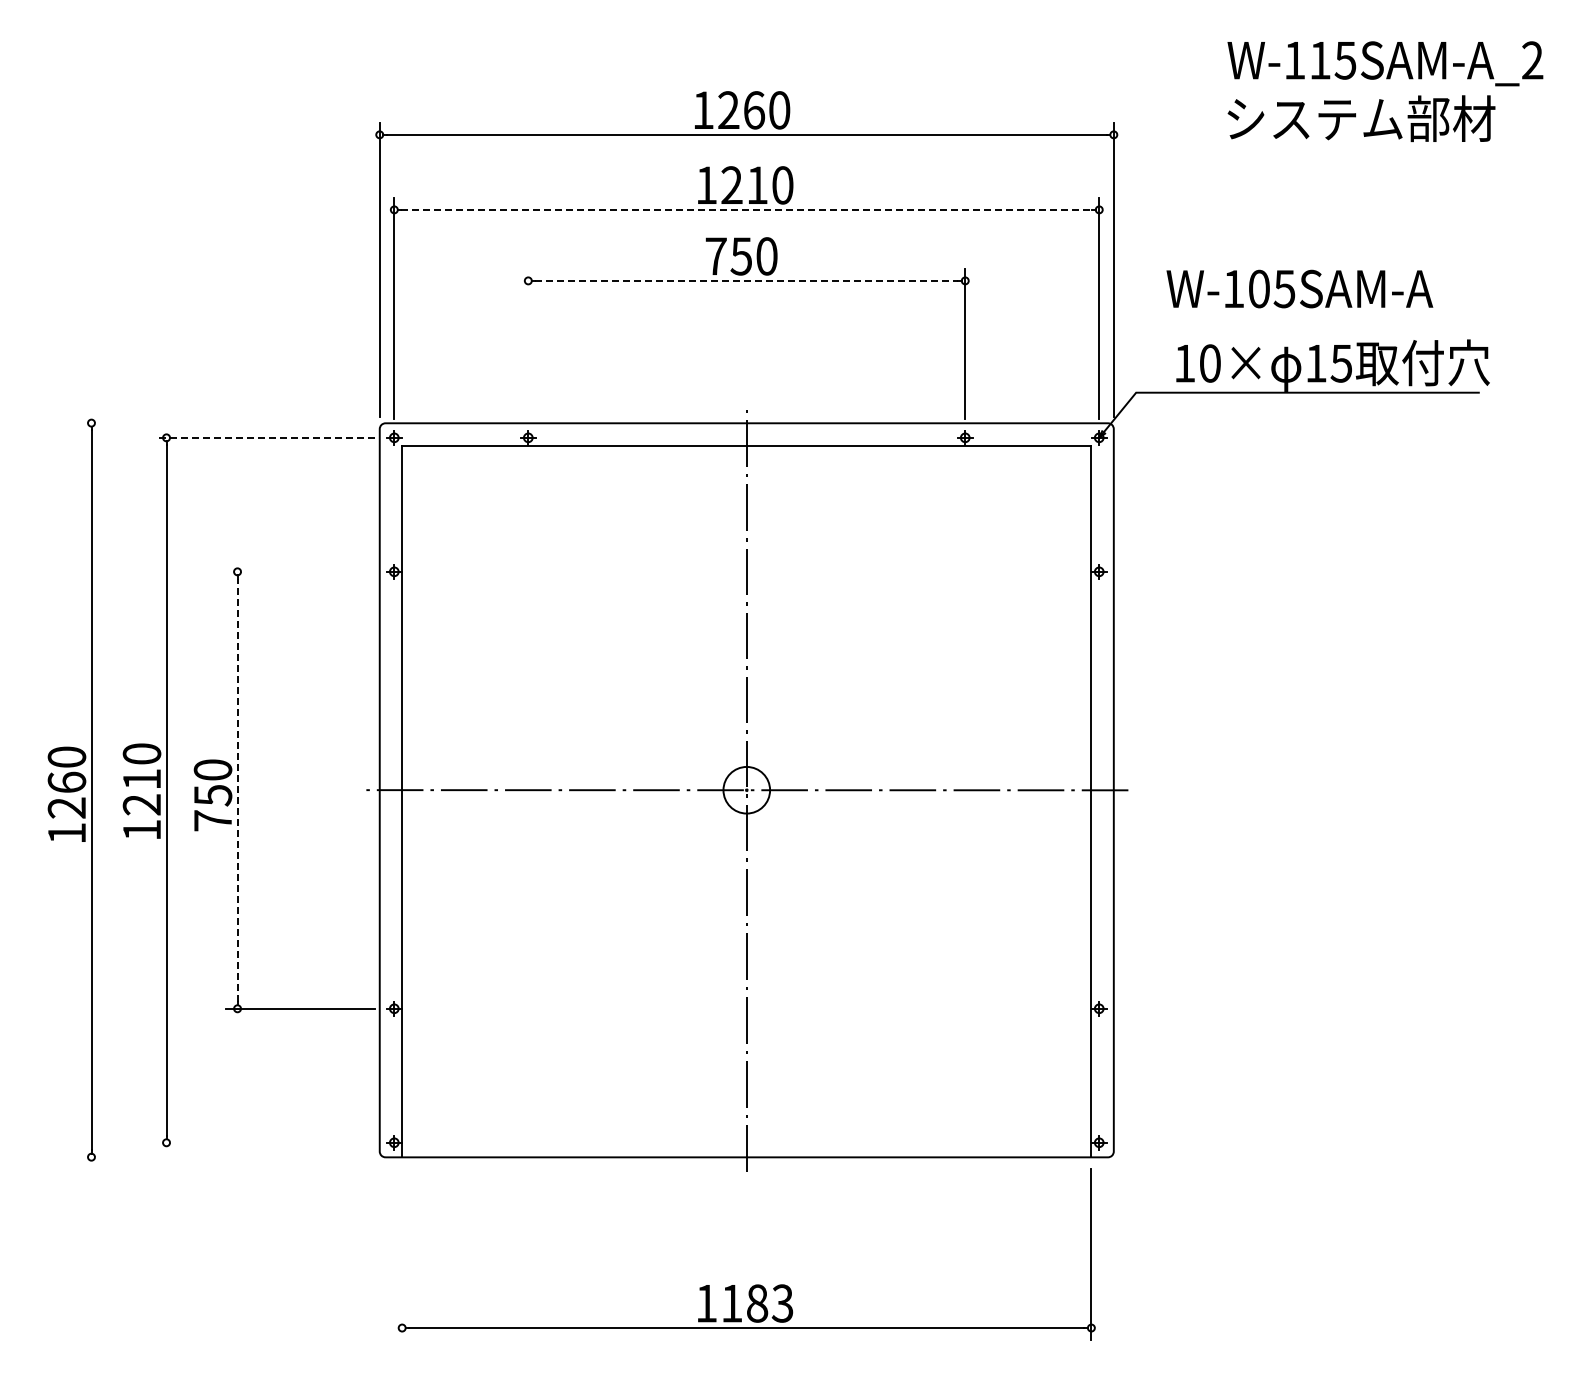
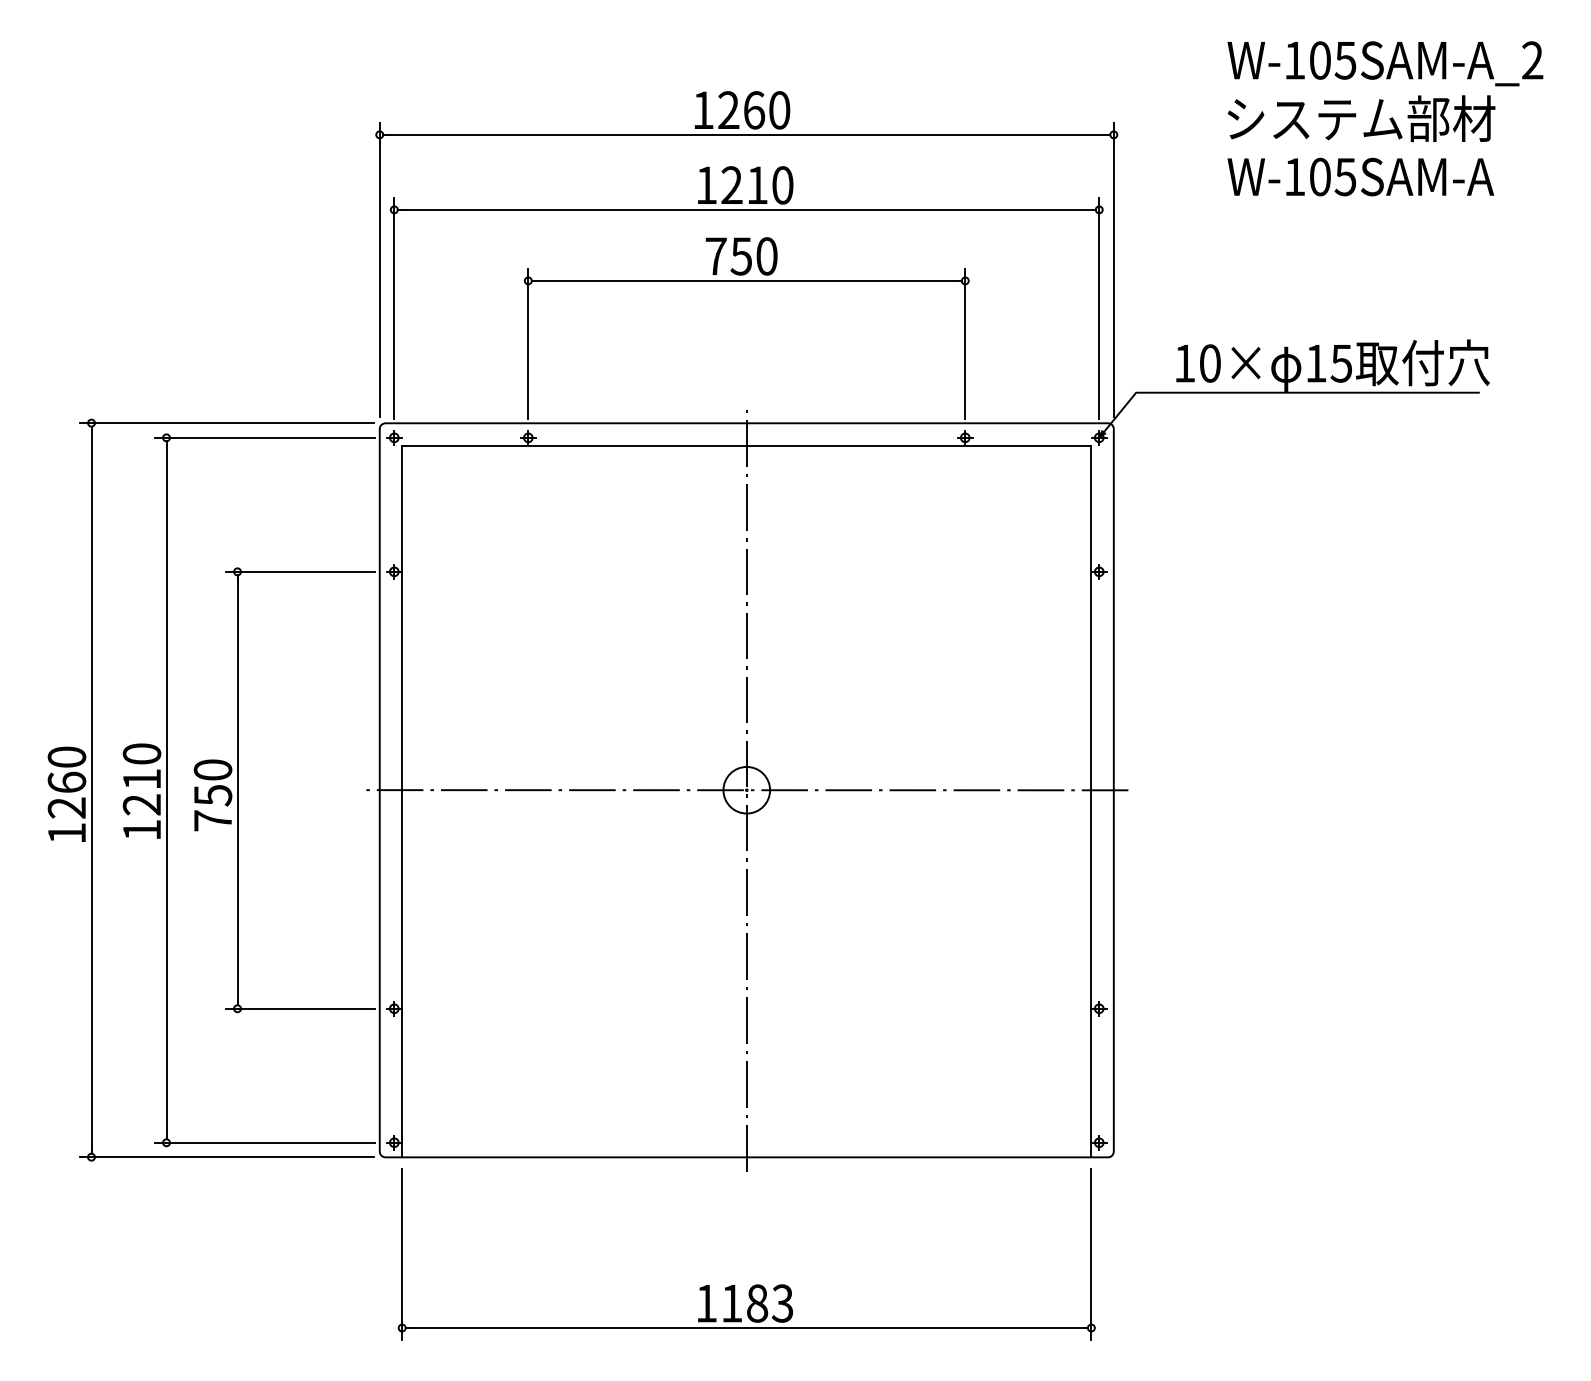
text at (1320, 60): W-115SAM-A_2 -> W-105SAM-A_2
line at (747, 209): dashed -> solid
line at (747, 280): dashed -> solid
text at (1299, 288) position: (1299, 288) -> (1360, 176)
line at (528, 343): none -> present
line at (226, 423): none -> present
line at (264, 437): dashed -> solid
line at (300, 571): none -> present
line at (237, 789): dashed -> solid
line at (264, 1142): none -> present
line at (226, 1157): none -> present
line at (402, 1254): none -> present
